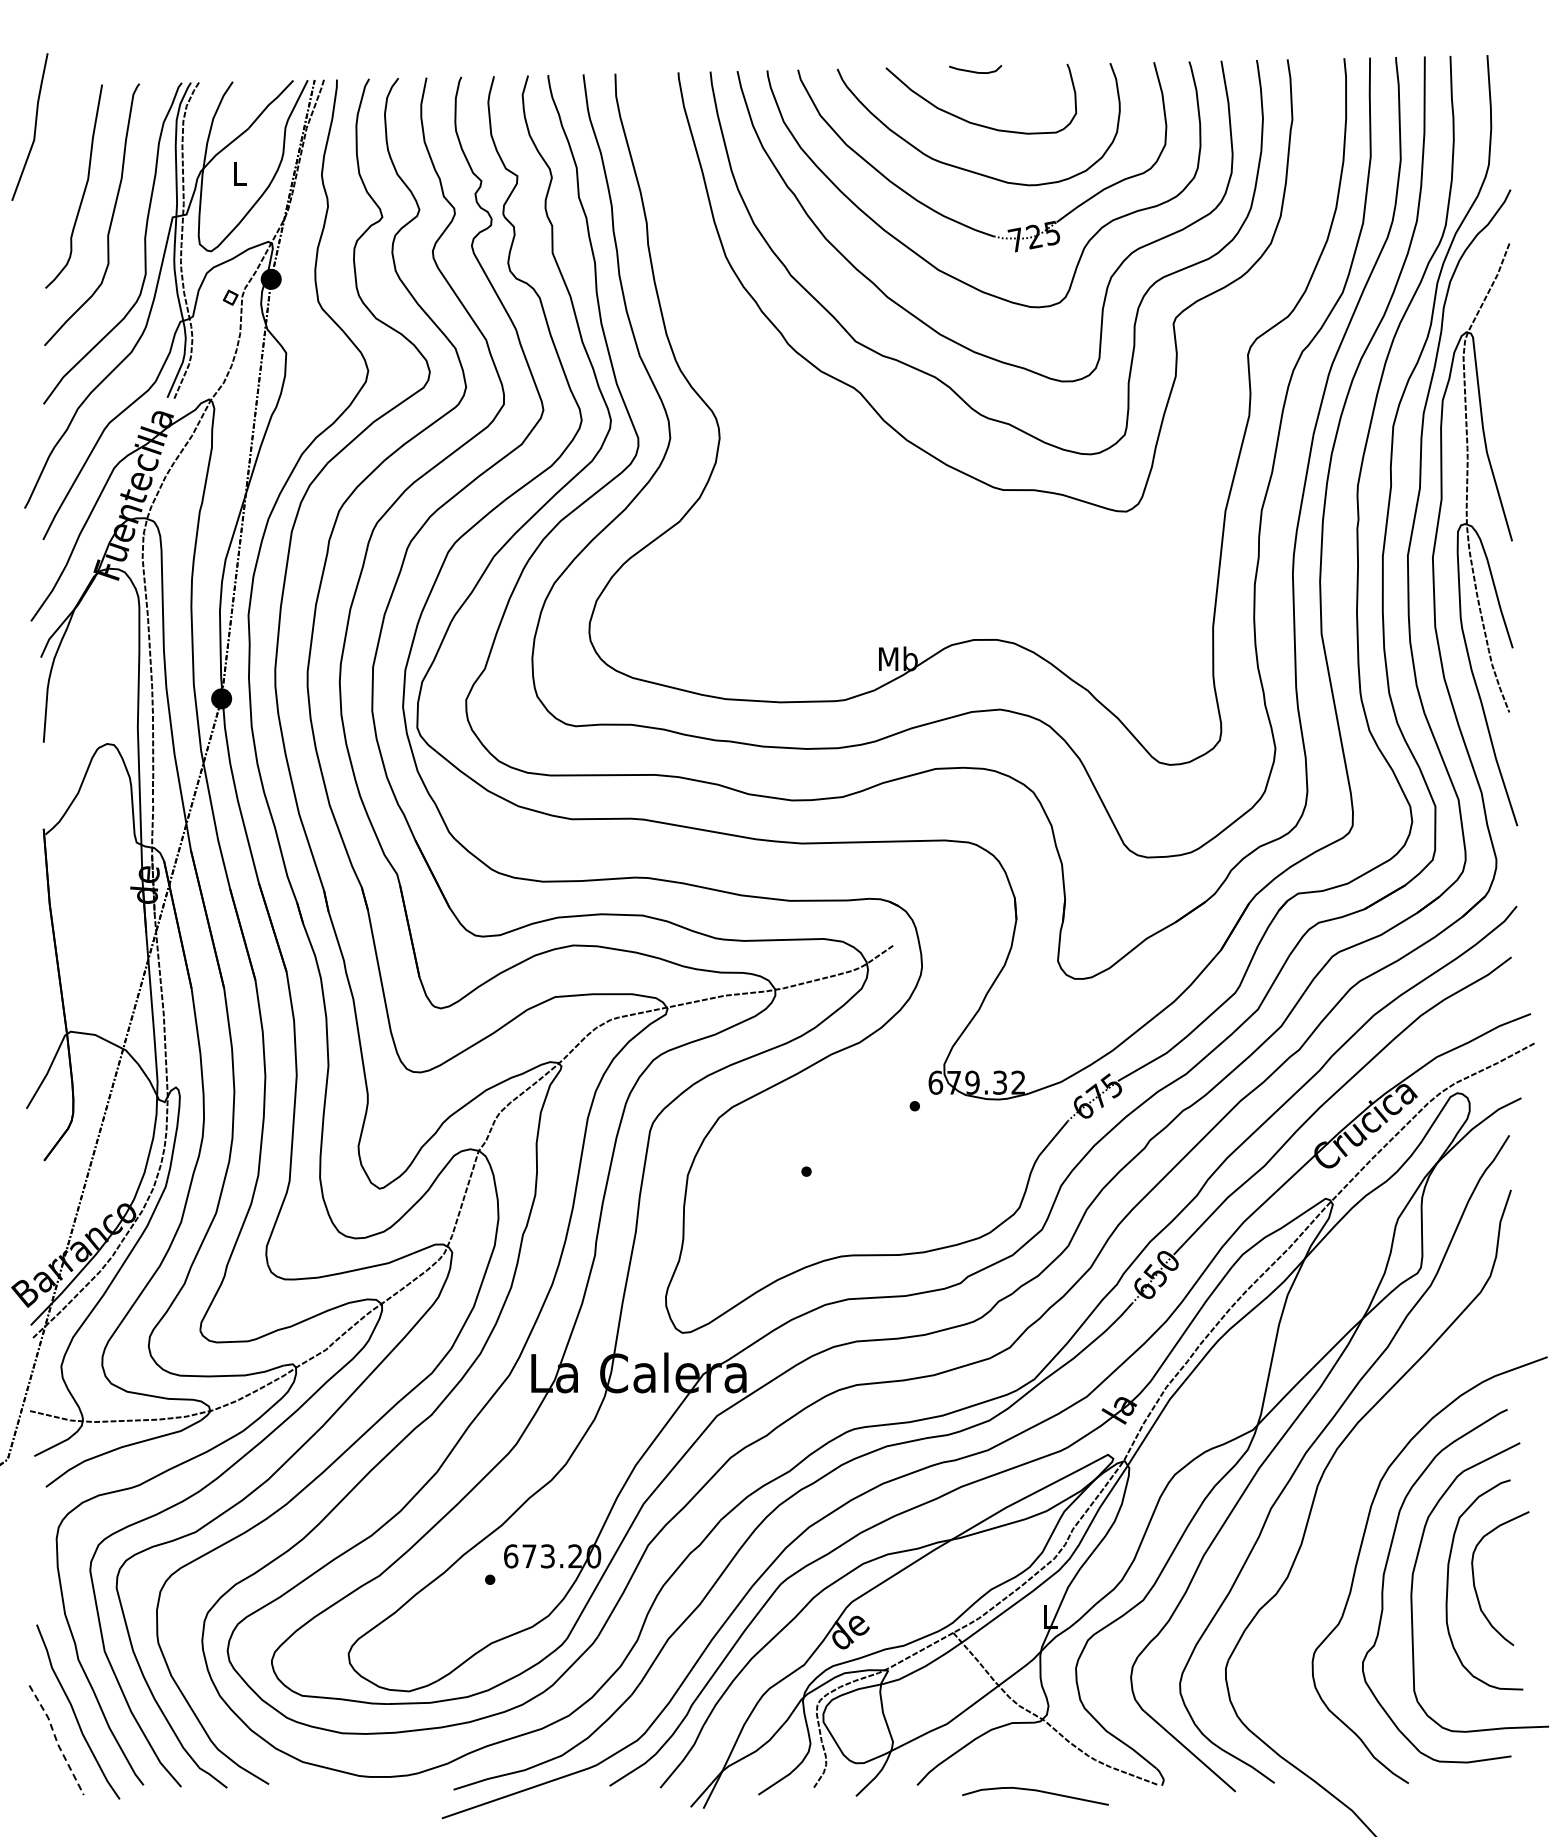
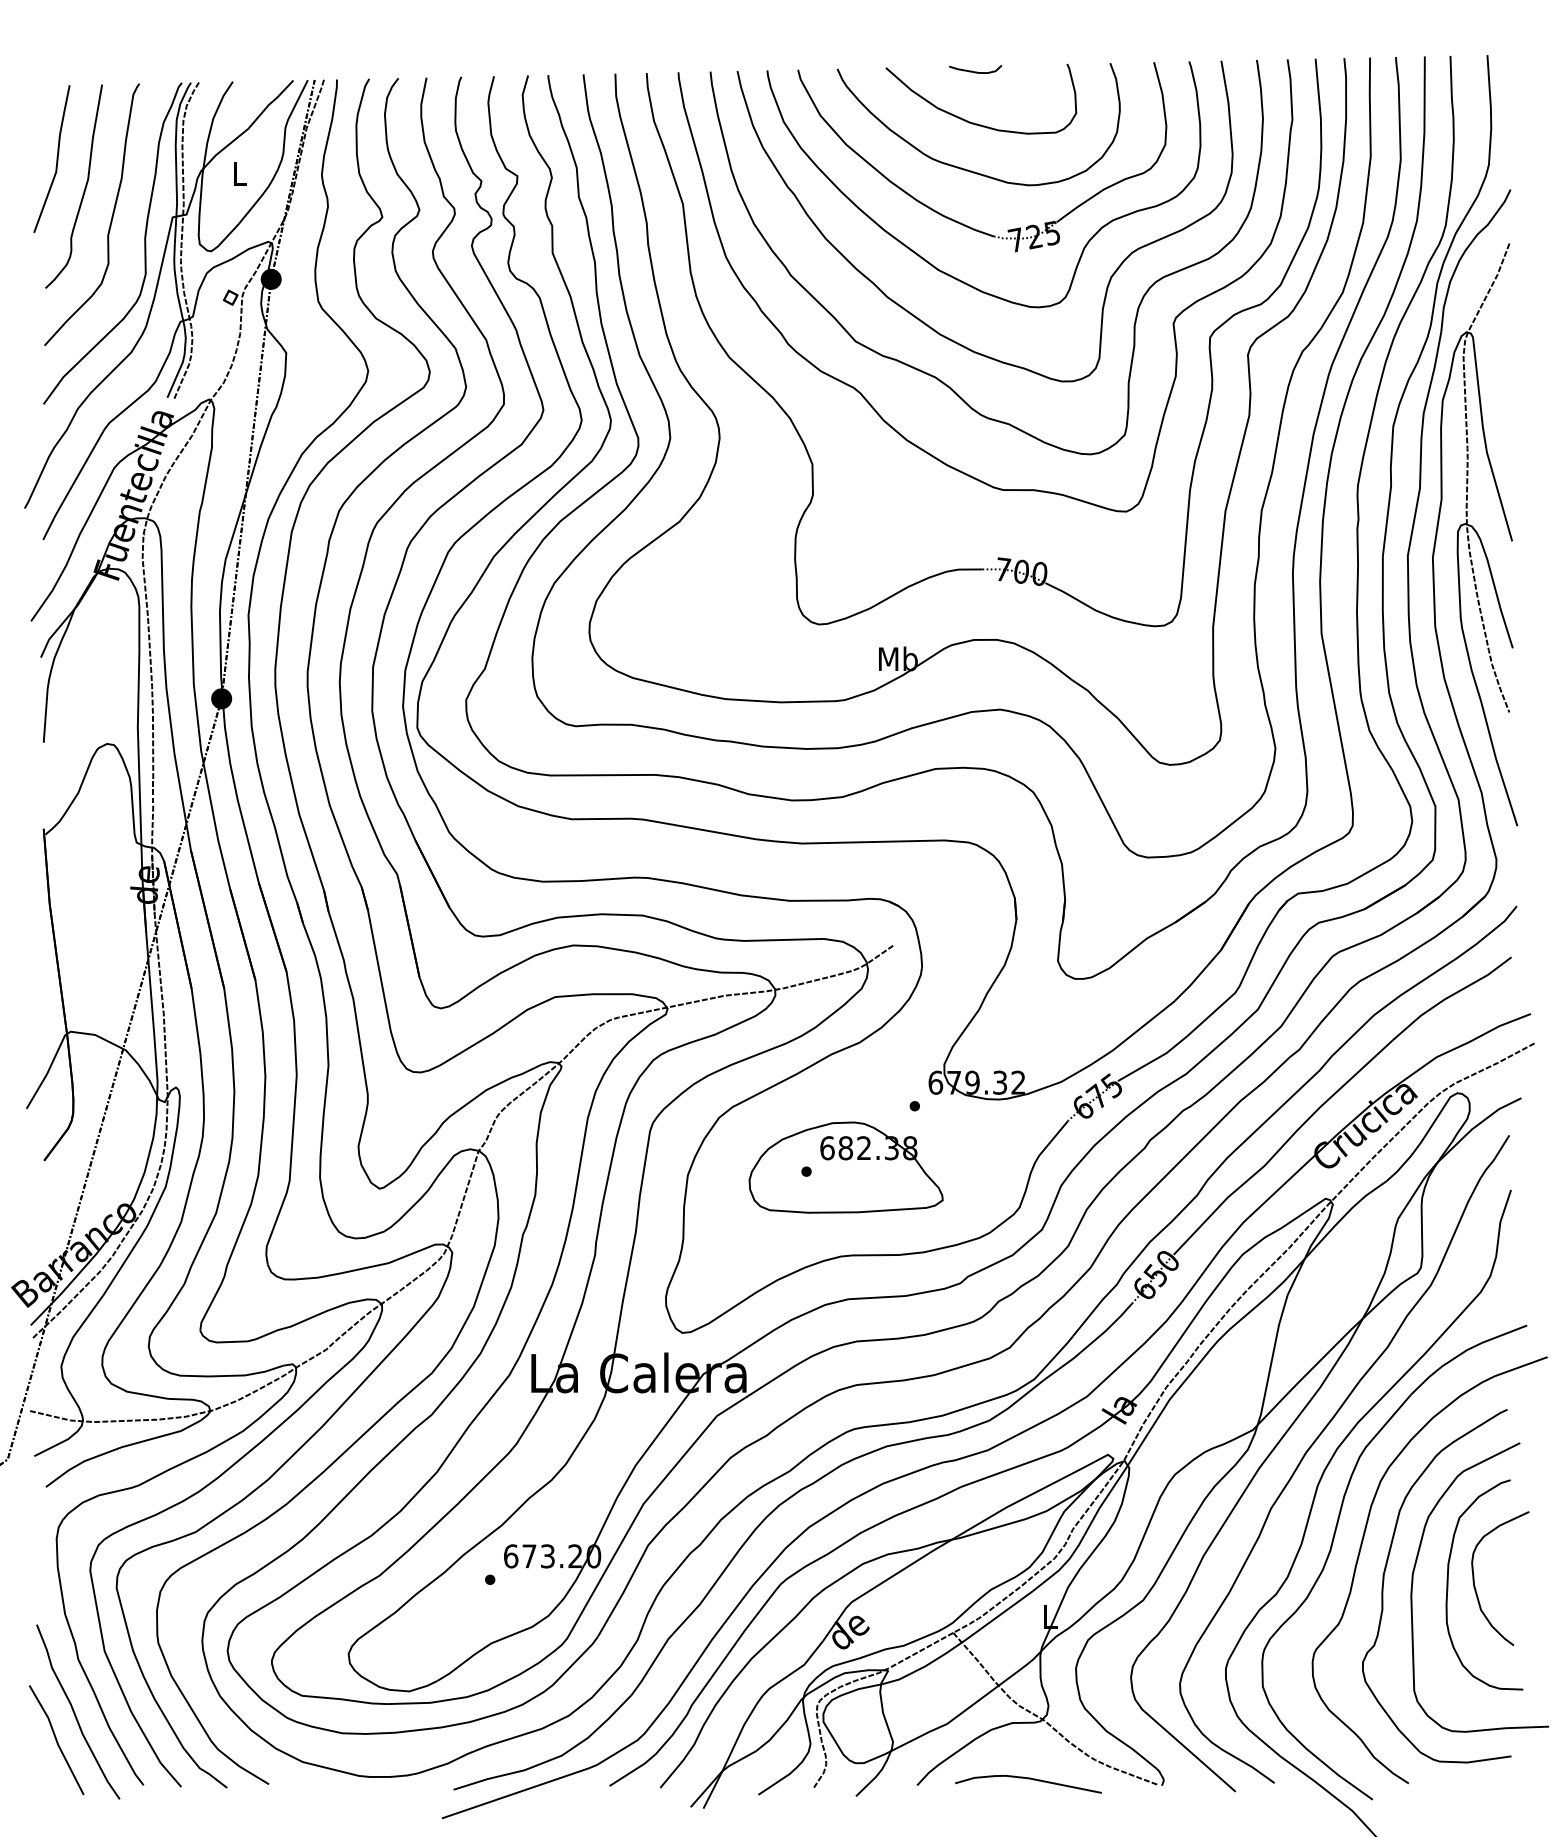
line at (34, 126) position: (34, 126) -> (56, 158)
part at (802, 438): none -> present
part at (845, 1167): none -> present
part at (1332, 1547): none -> present
line at (56, 1740): dashed -> solid
curve at (1035, 1791) position: (1035, 1791) -> (1028, 1779)
